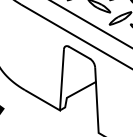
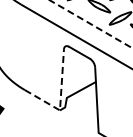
line at (91, 24): solid -> dashed
line at (60, 100): solid -> dashed
